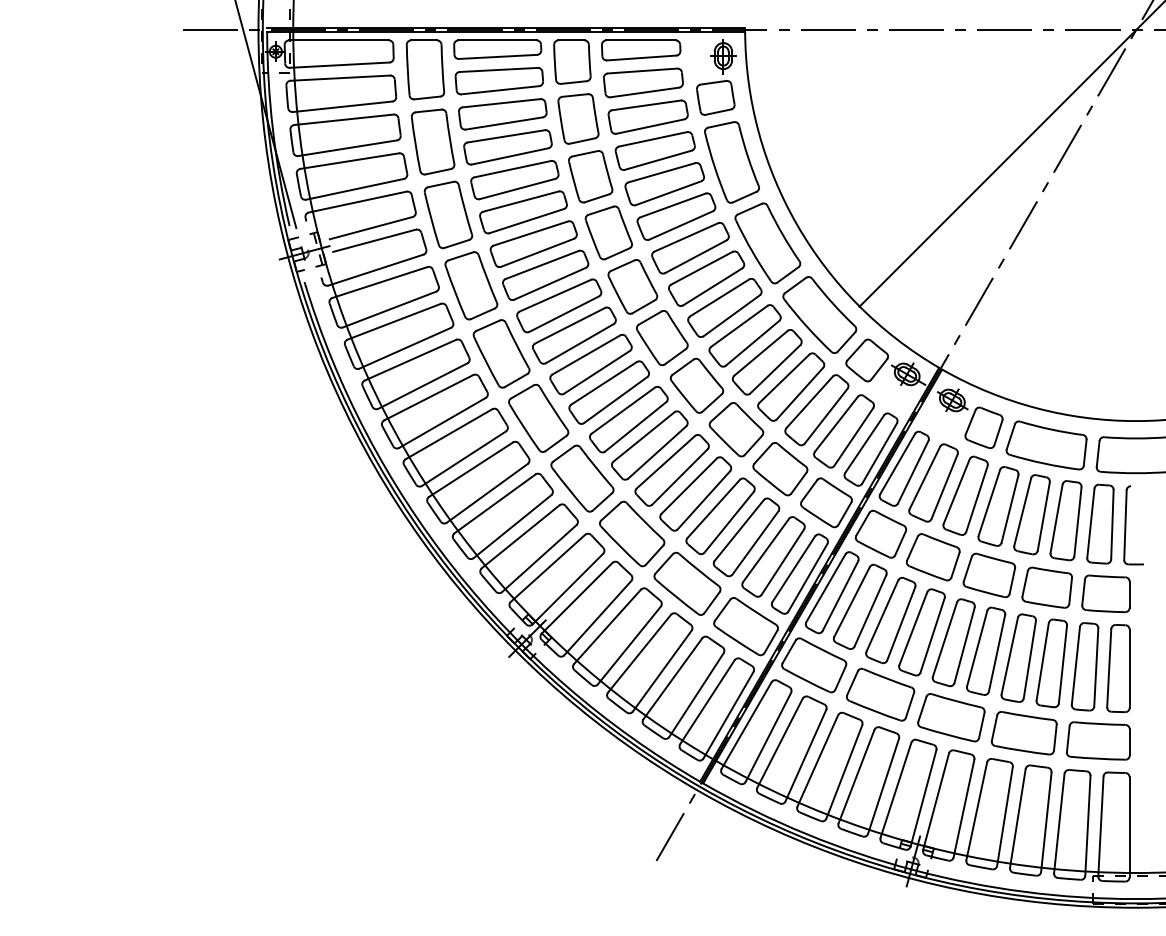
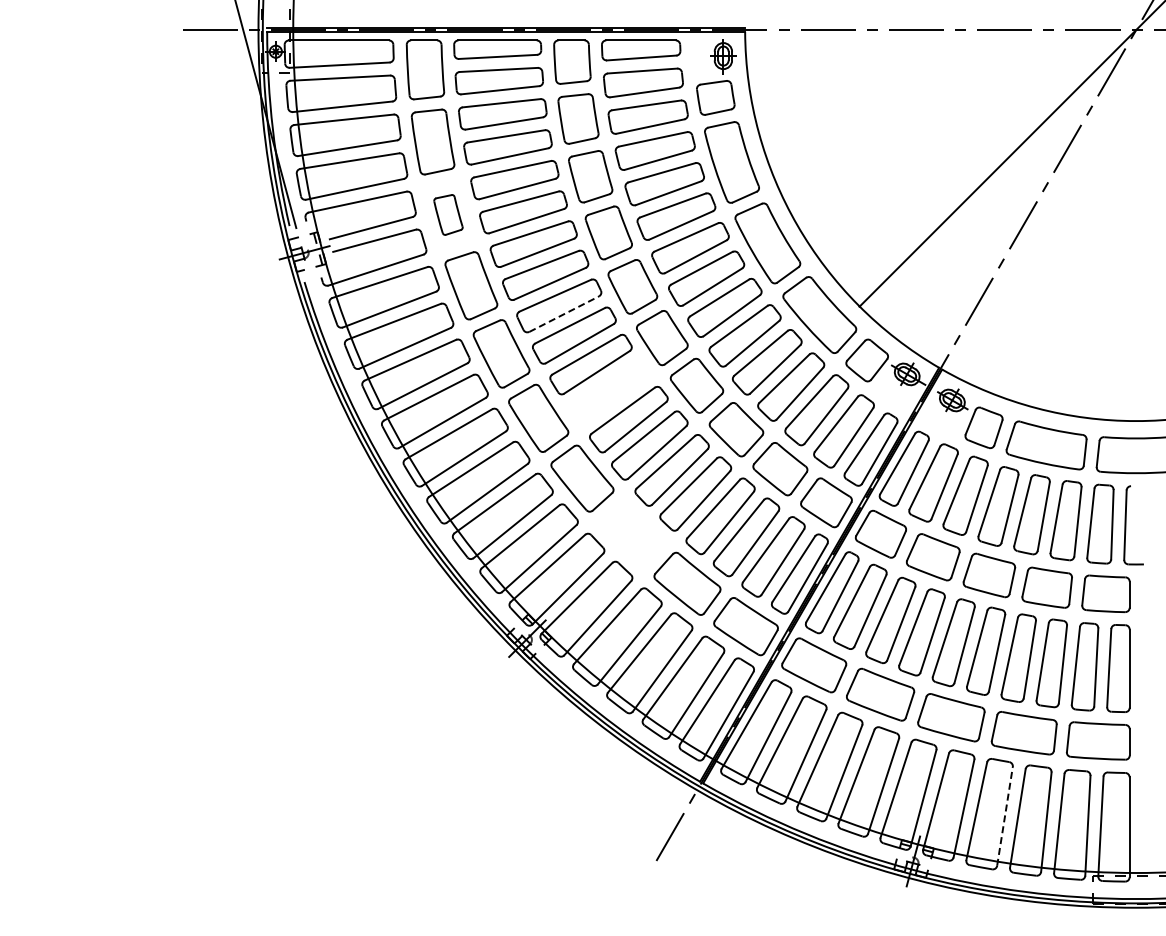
part at (448, 214) size: 51x70 px -> 31x42 px
line at (564, 313): solid -> dashed
part at (608, 392): present -> none
part at (632, 533): present -> none
line at (1004, 816): solid -> dashed
